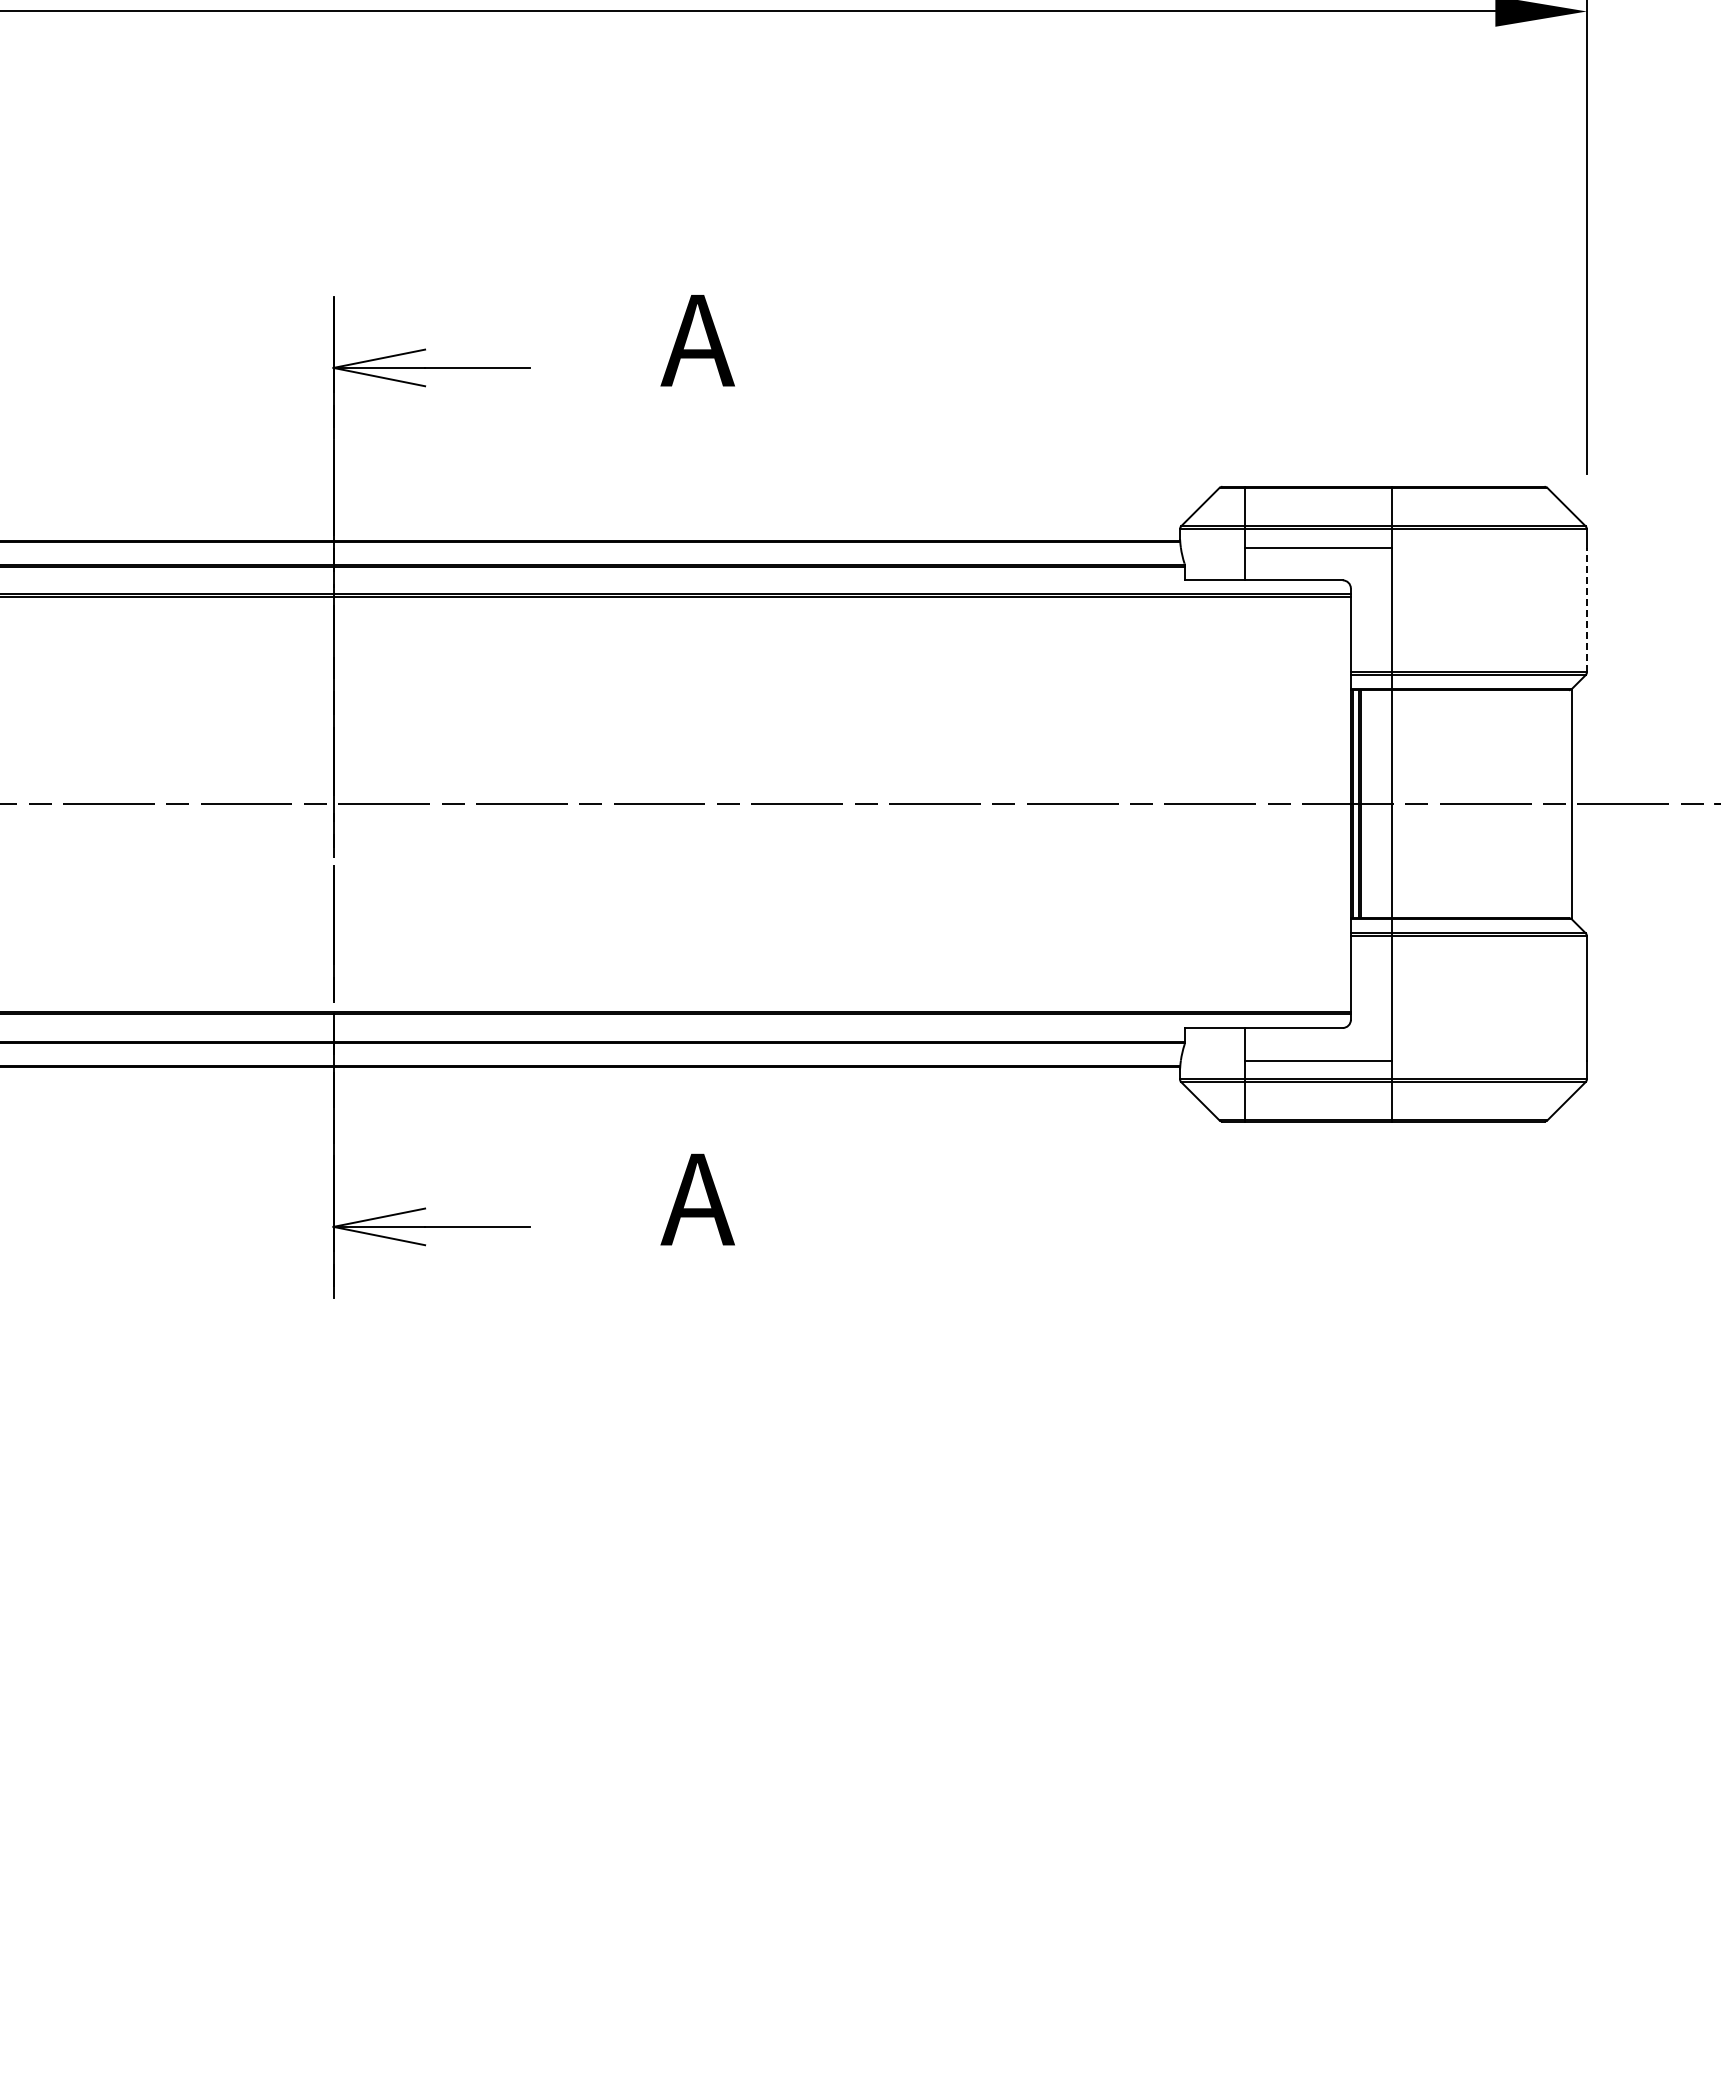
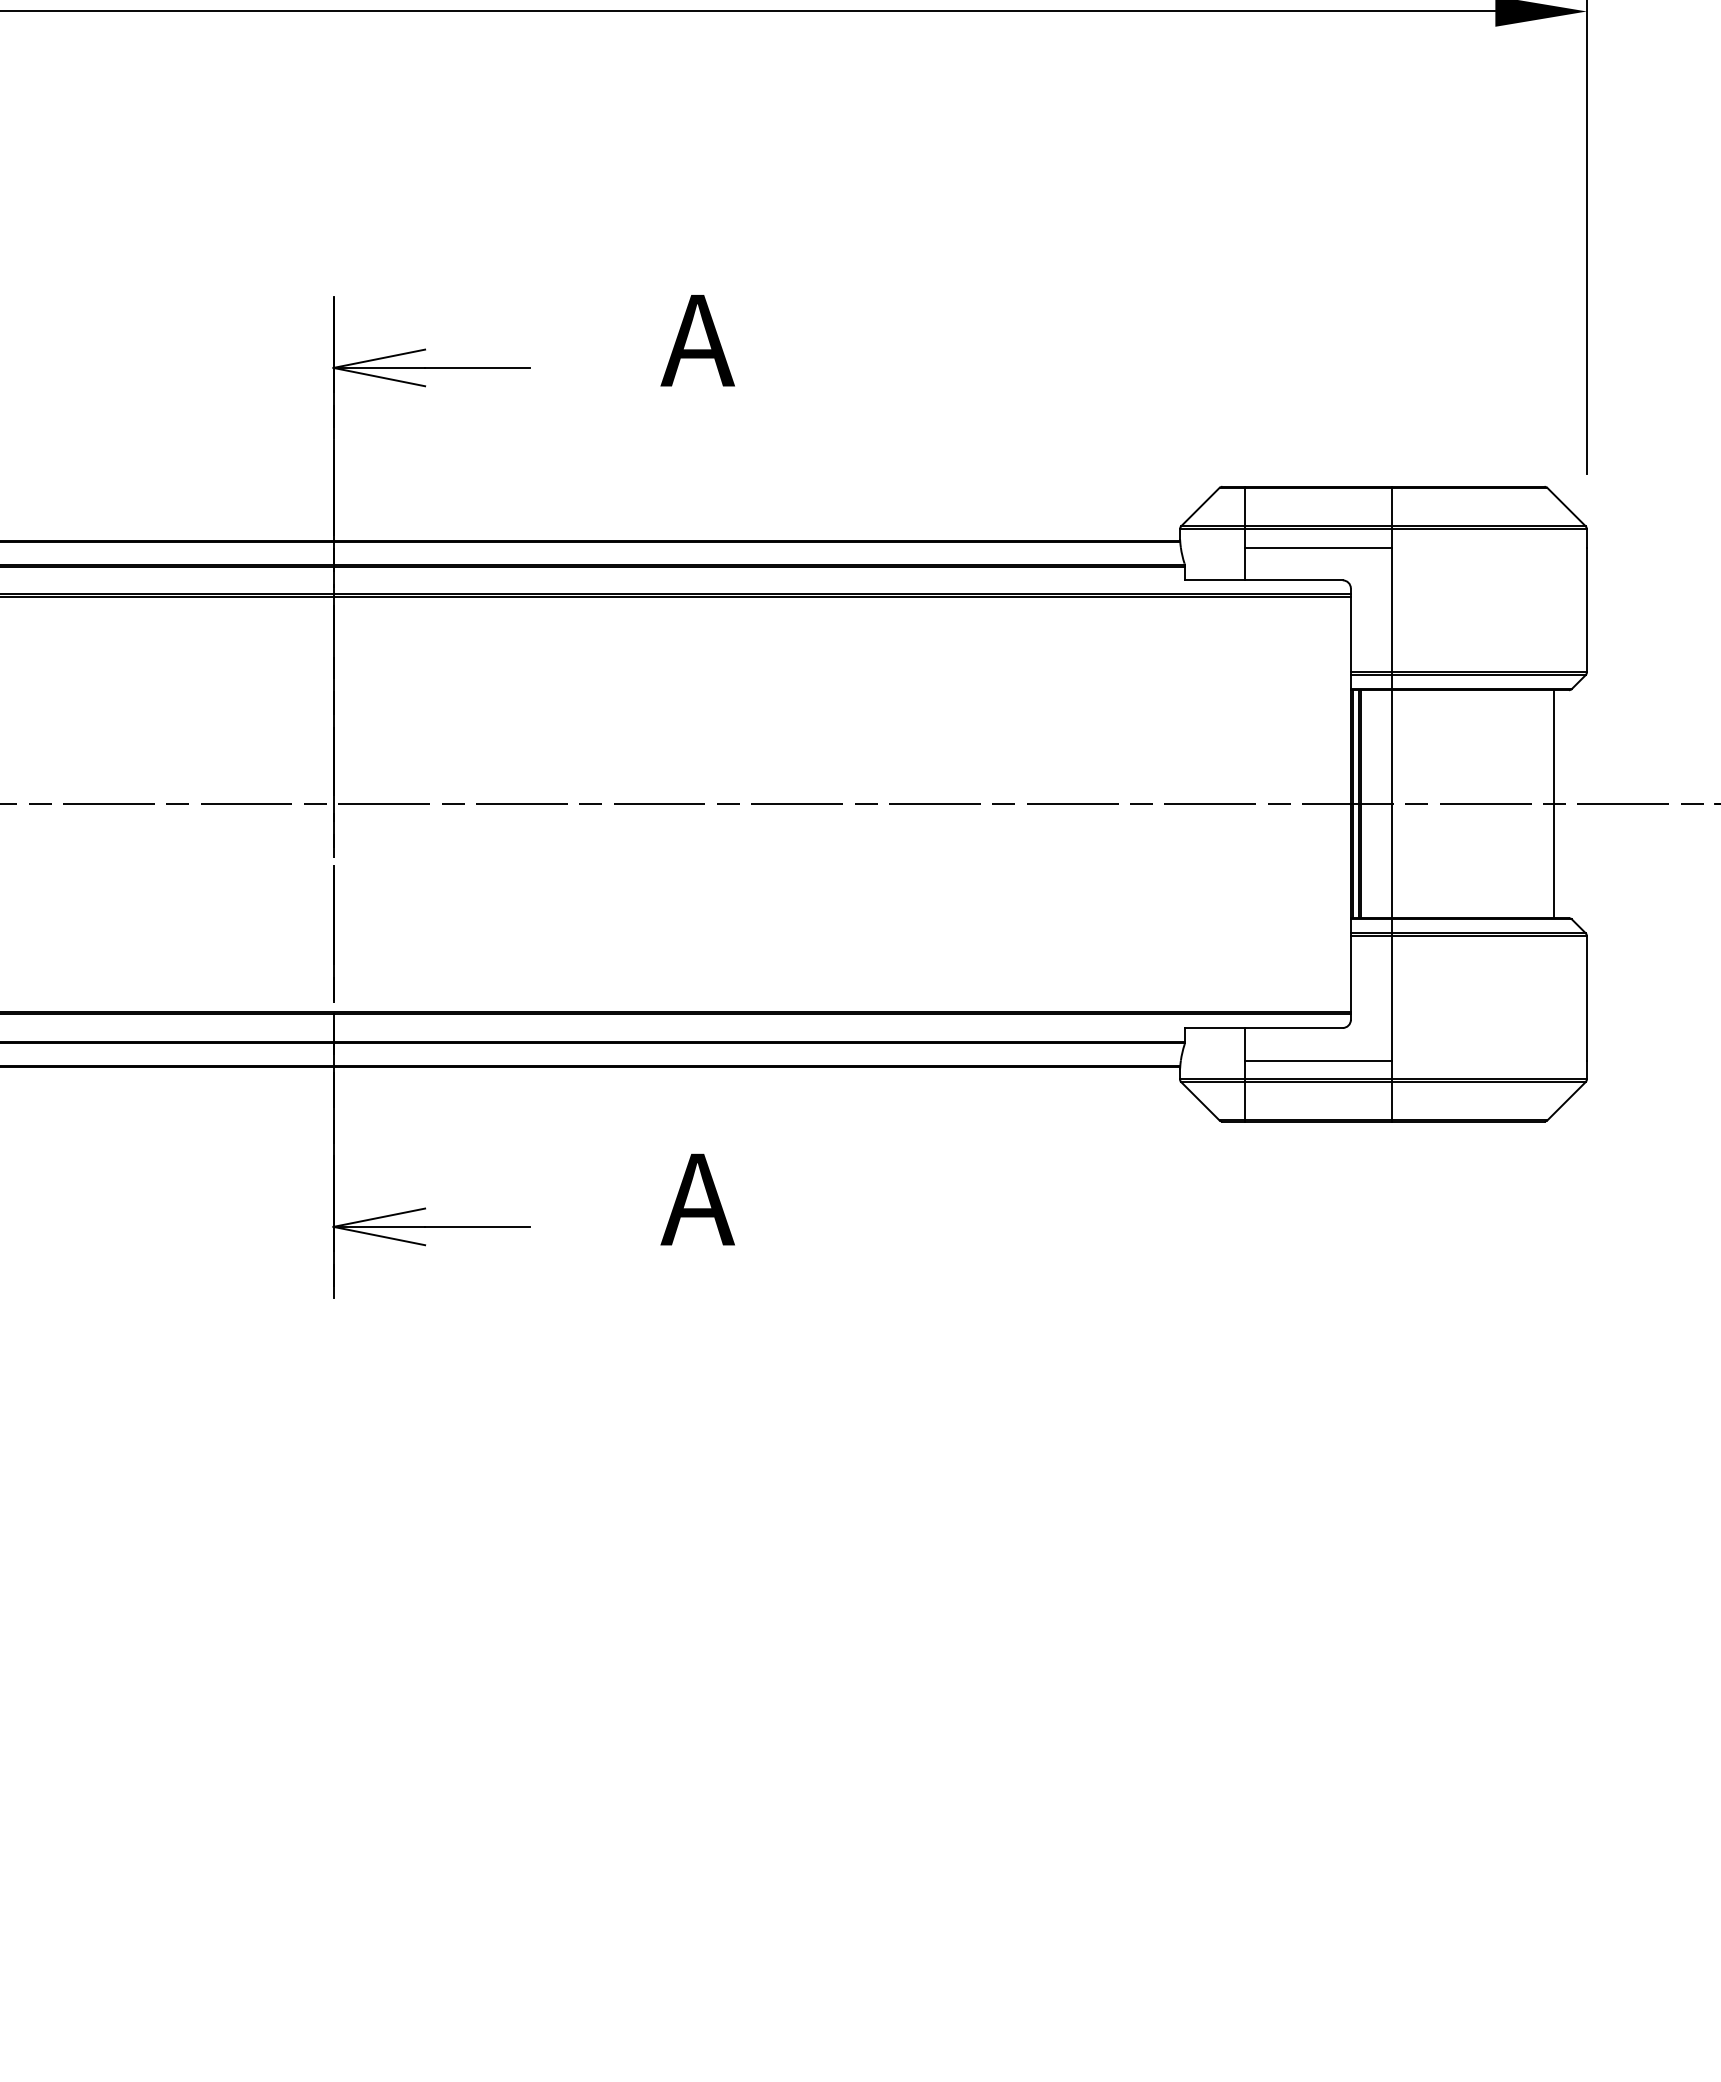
line at (1586, 609): dashed -> solid
line at (1572, 804) position: (1572, 804) -> (1554, 804)
